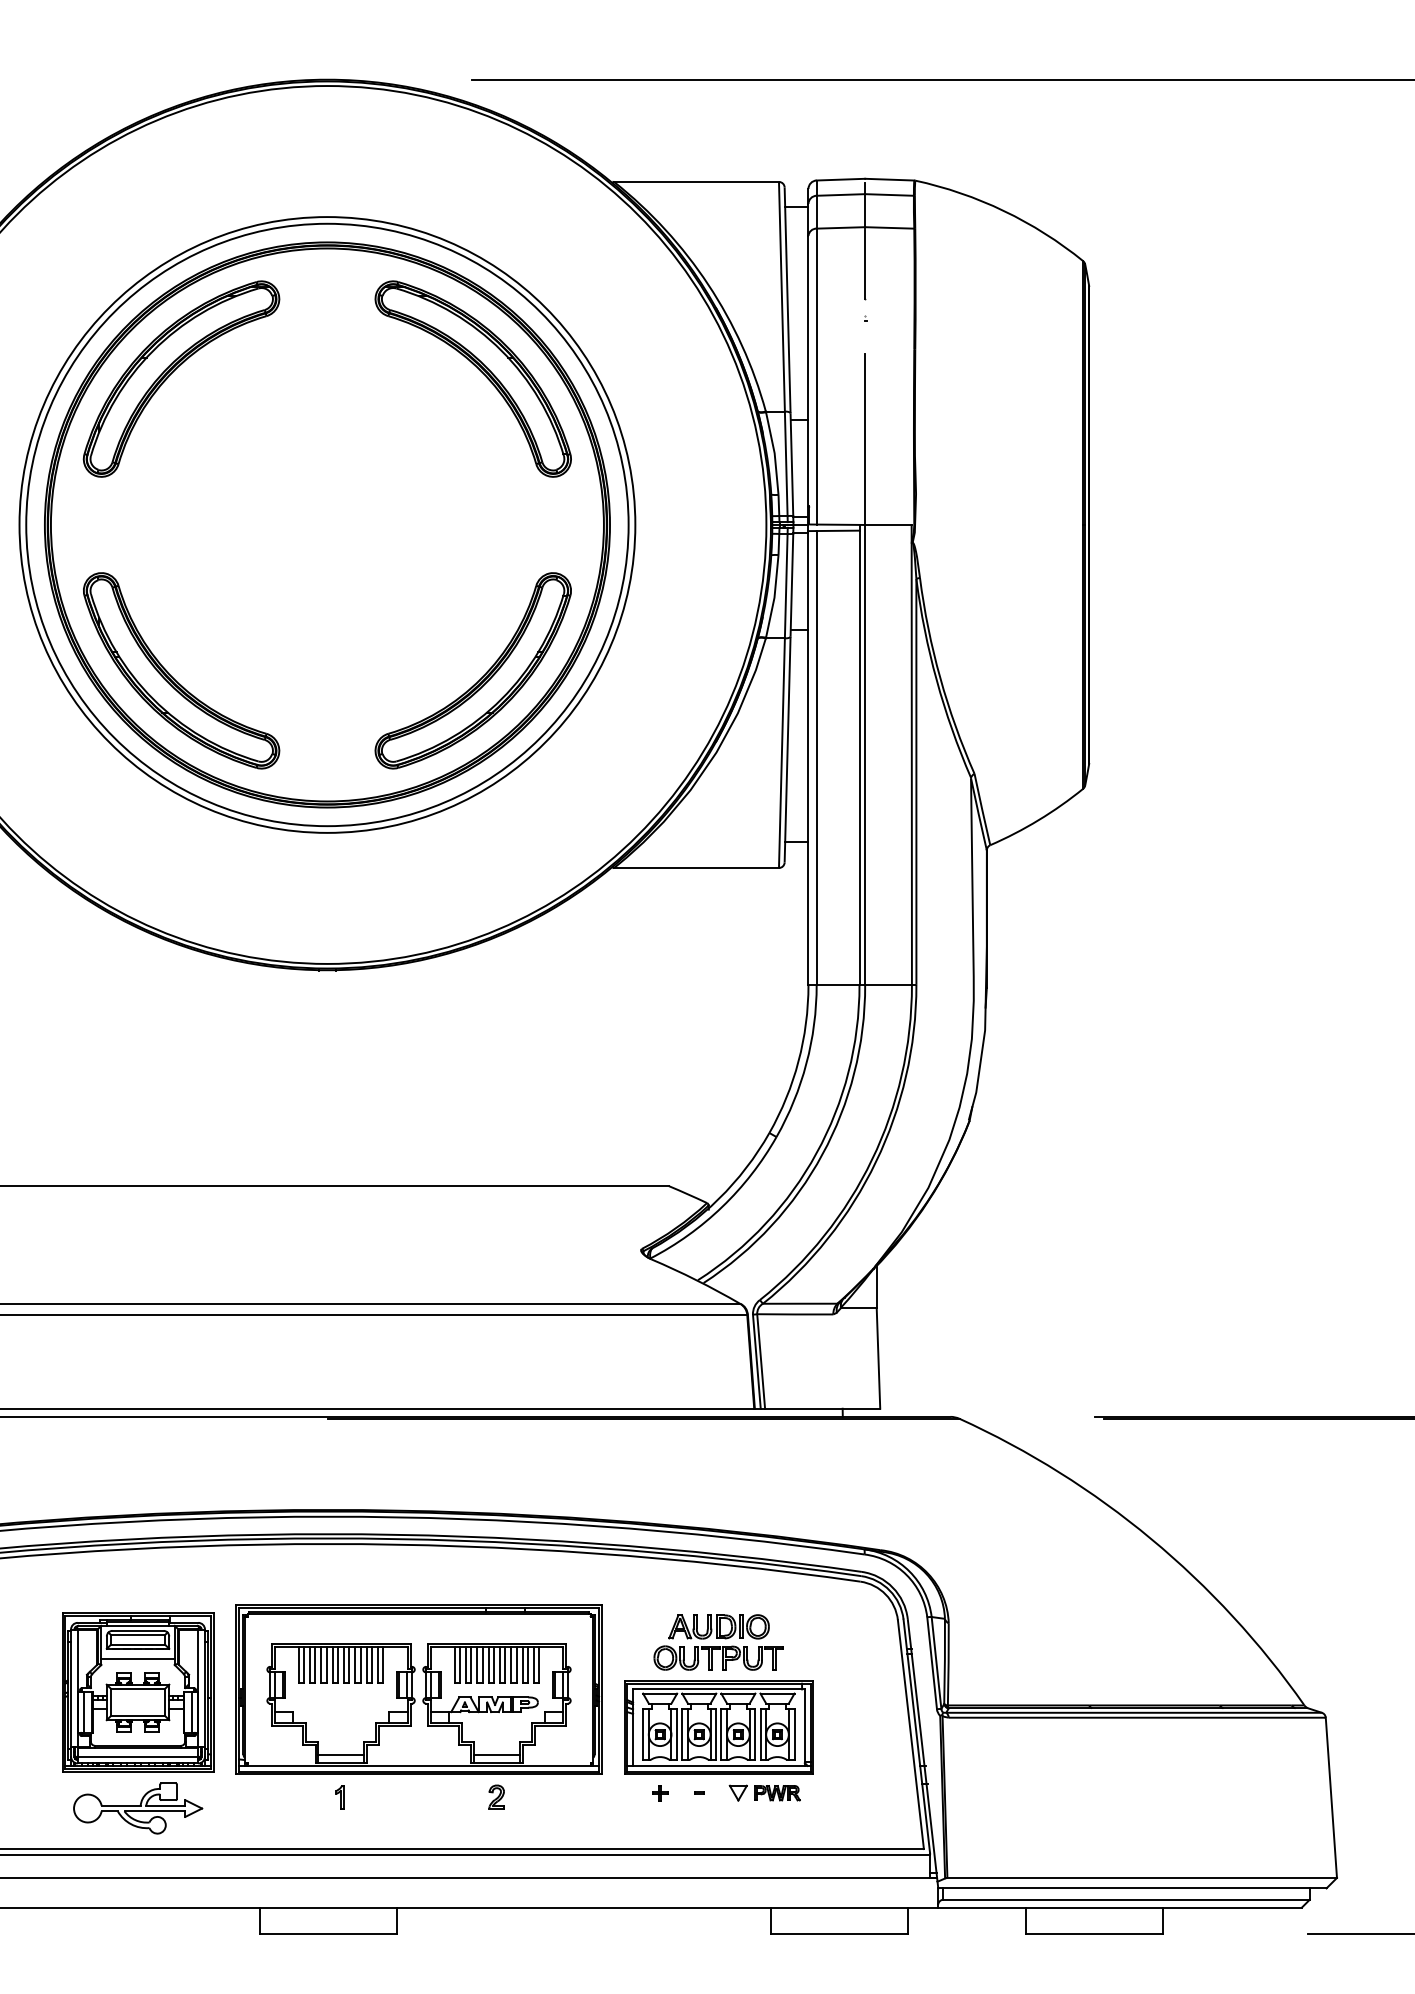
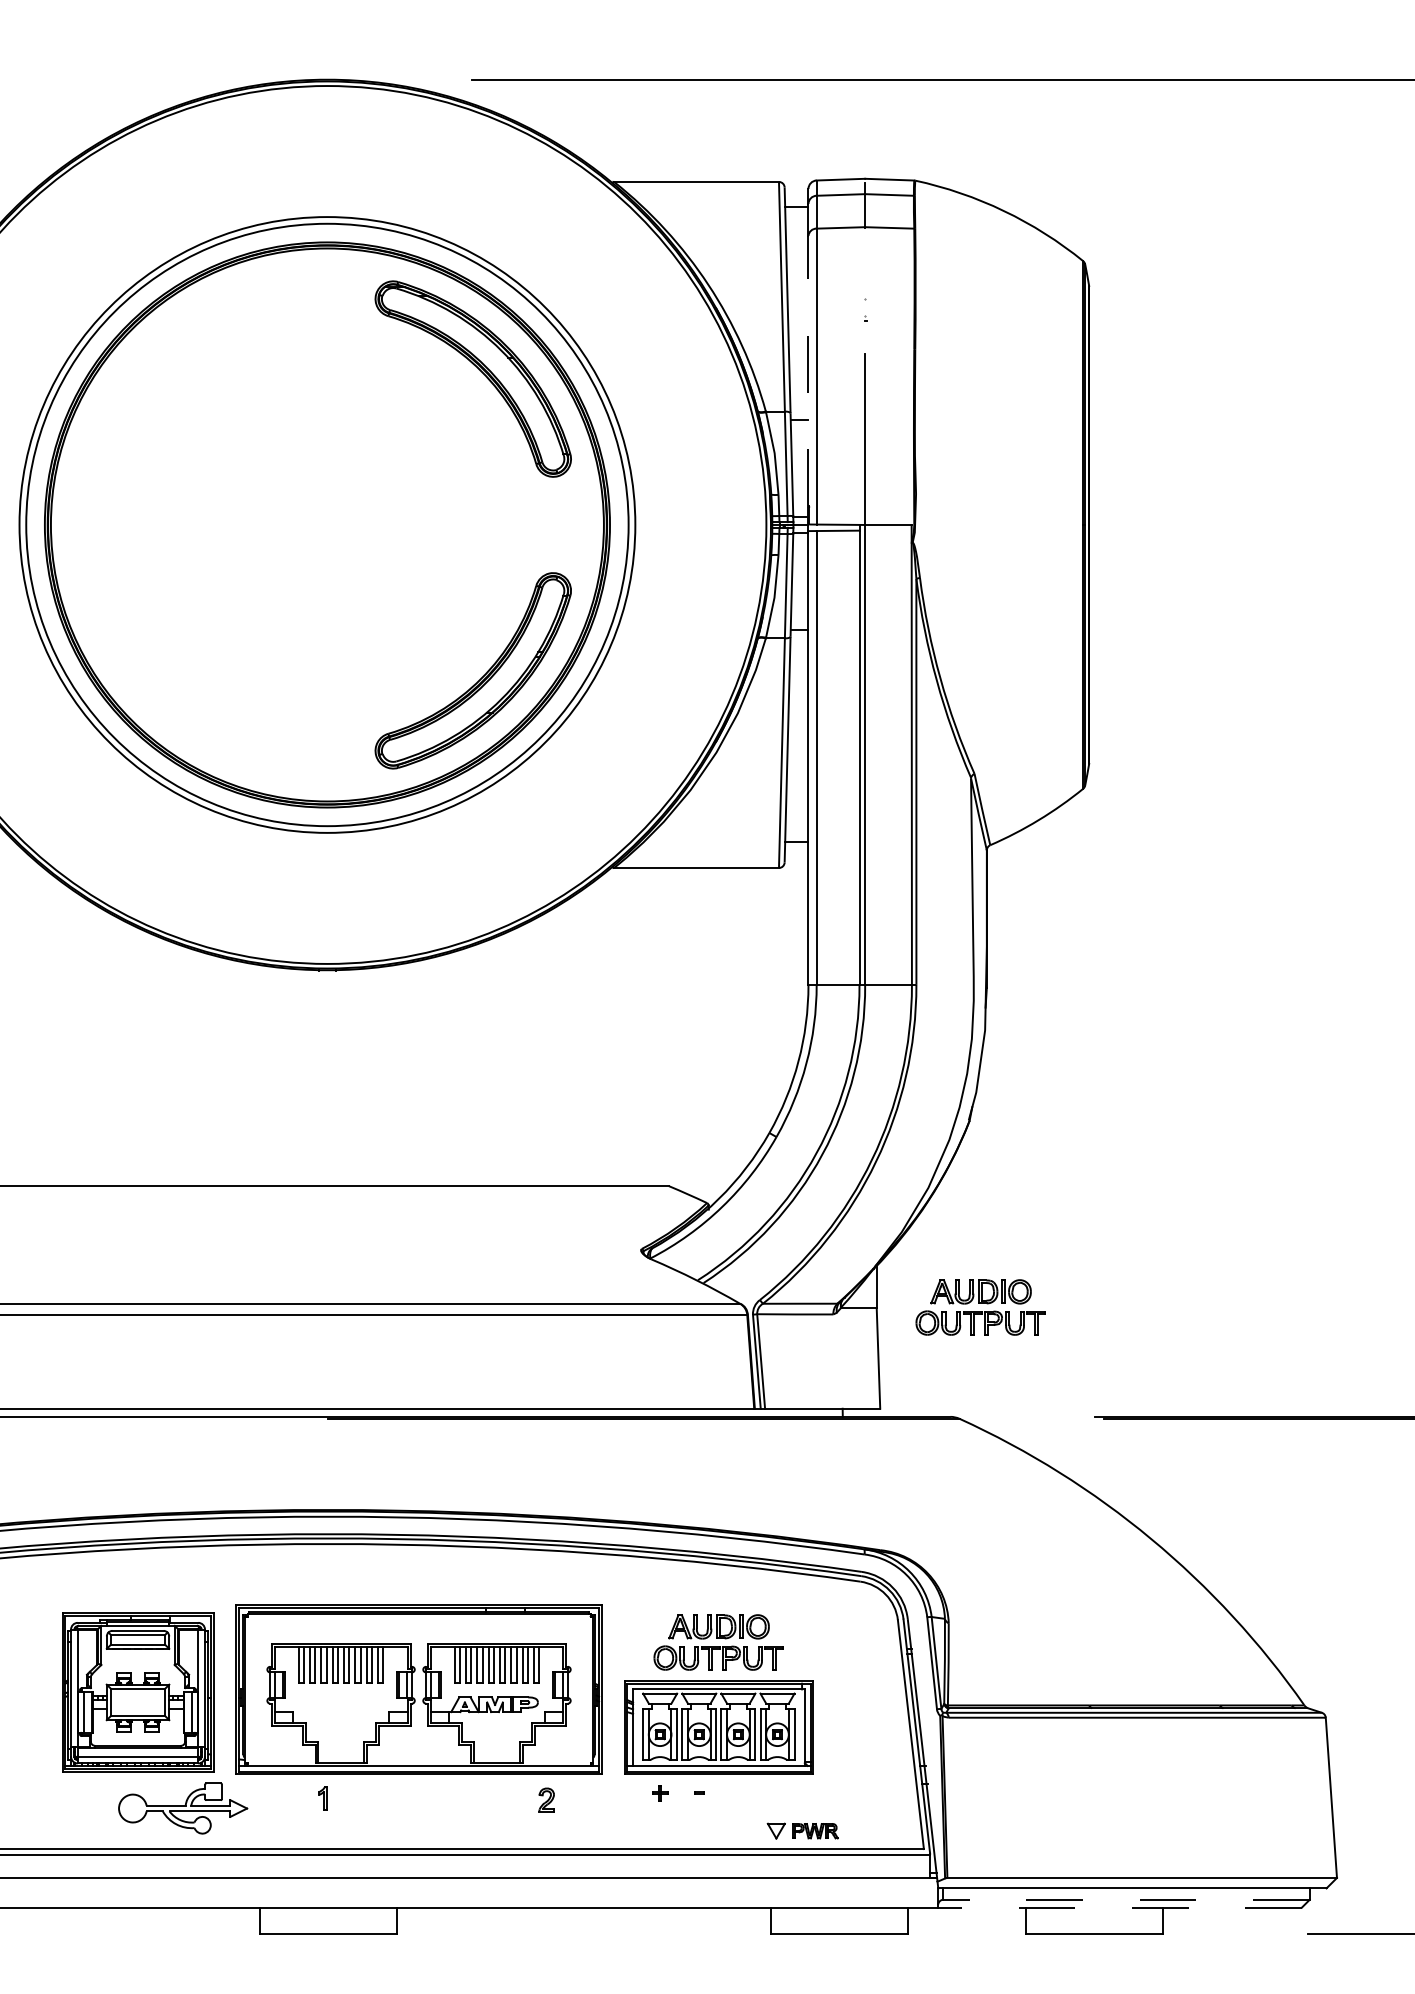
line at (865, 263): present -> none
line at (808, 370): solid -> dashed
part at (174, 371): present -> none
part at (173, 677): present -> none
part at (980, 1307): none -> present
line at (137, 1659): present -> none
line at (340, 1754): present -> none
line at (496, 1754): present -> none
part at (764, 1792) position: (764, 1792) -> (802, 1830)
part at (496, 1796) position: (496, 1796) -> (546, 1799)
part at (339, 1797) position: (339, 1797) -> (322, 1798)
part at (138, 1808) position: (138, 1808) -> (183, 1808)
line at (1125, 1899): solid -> dashed
line at (1120, 1907): solid -> dashed
